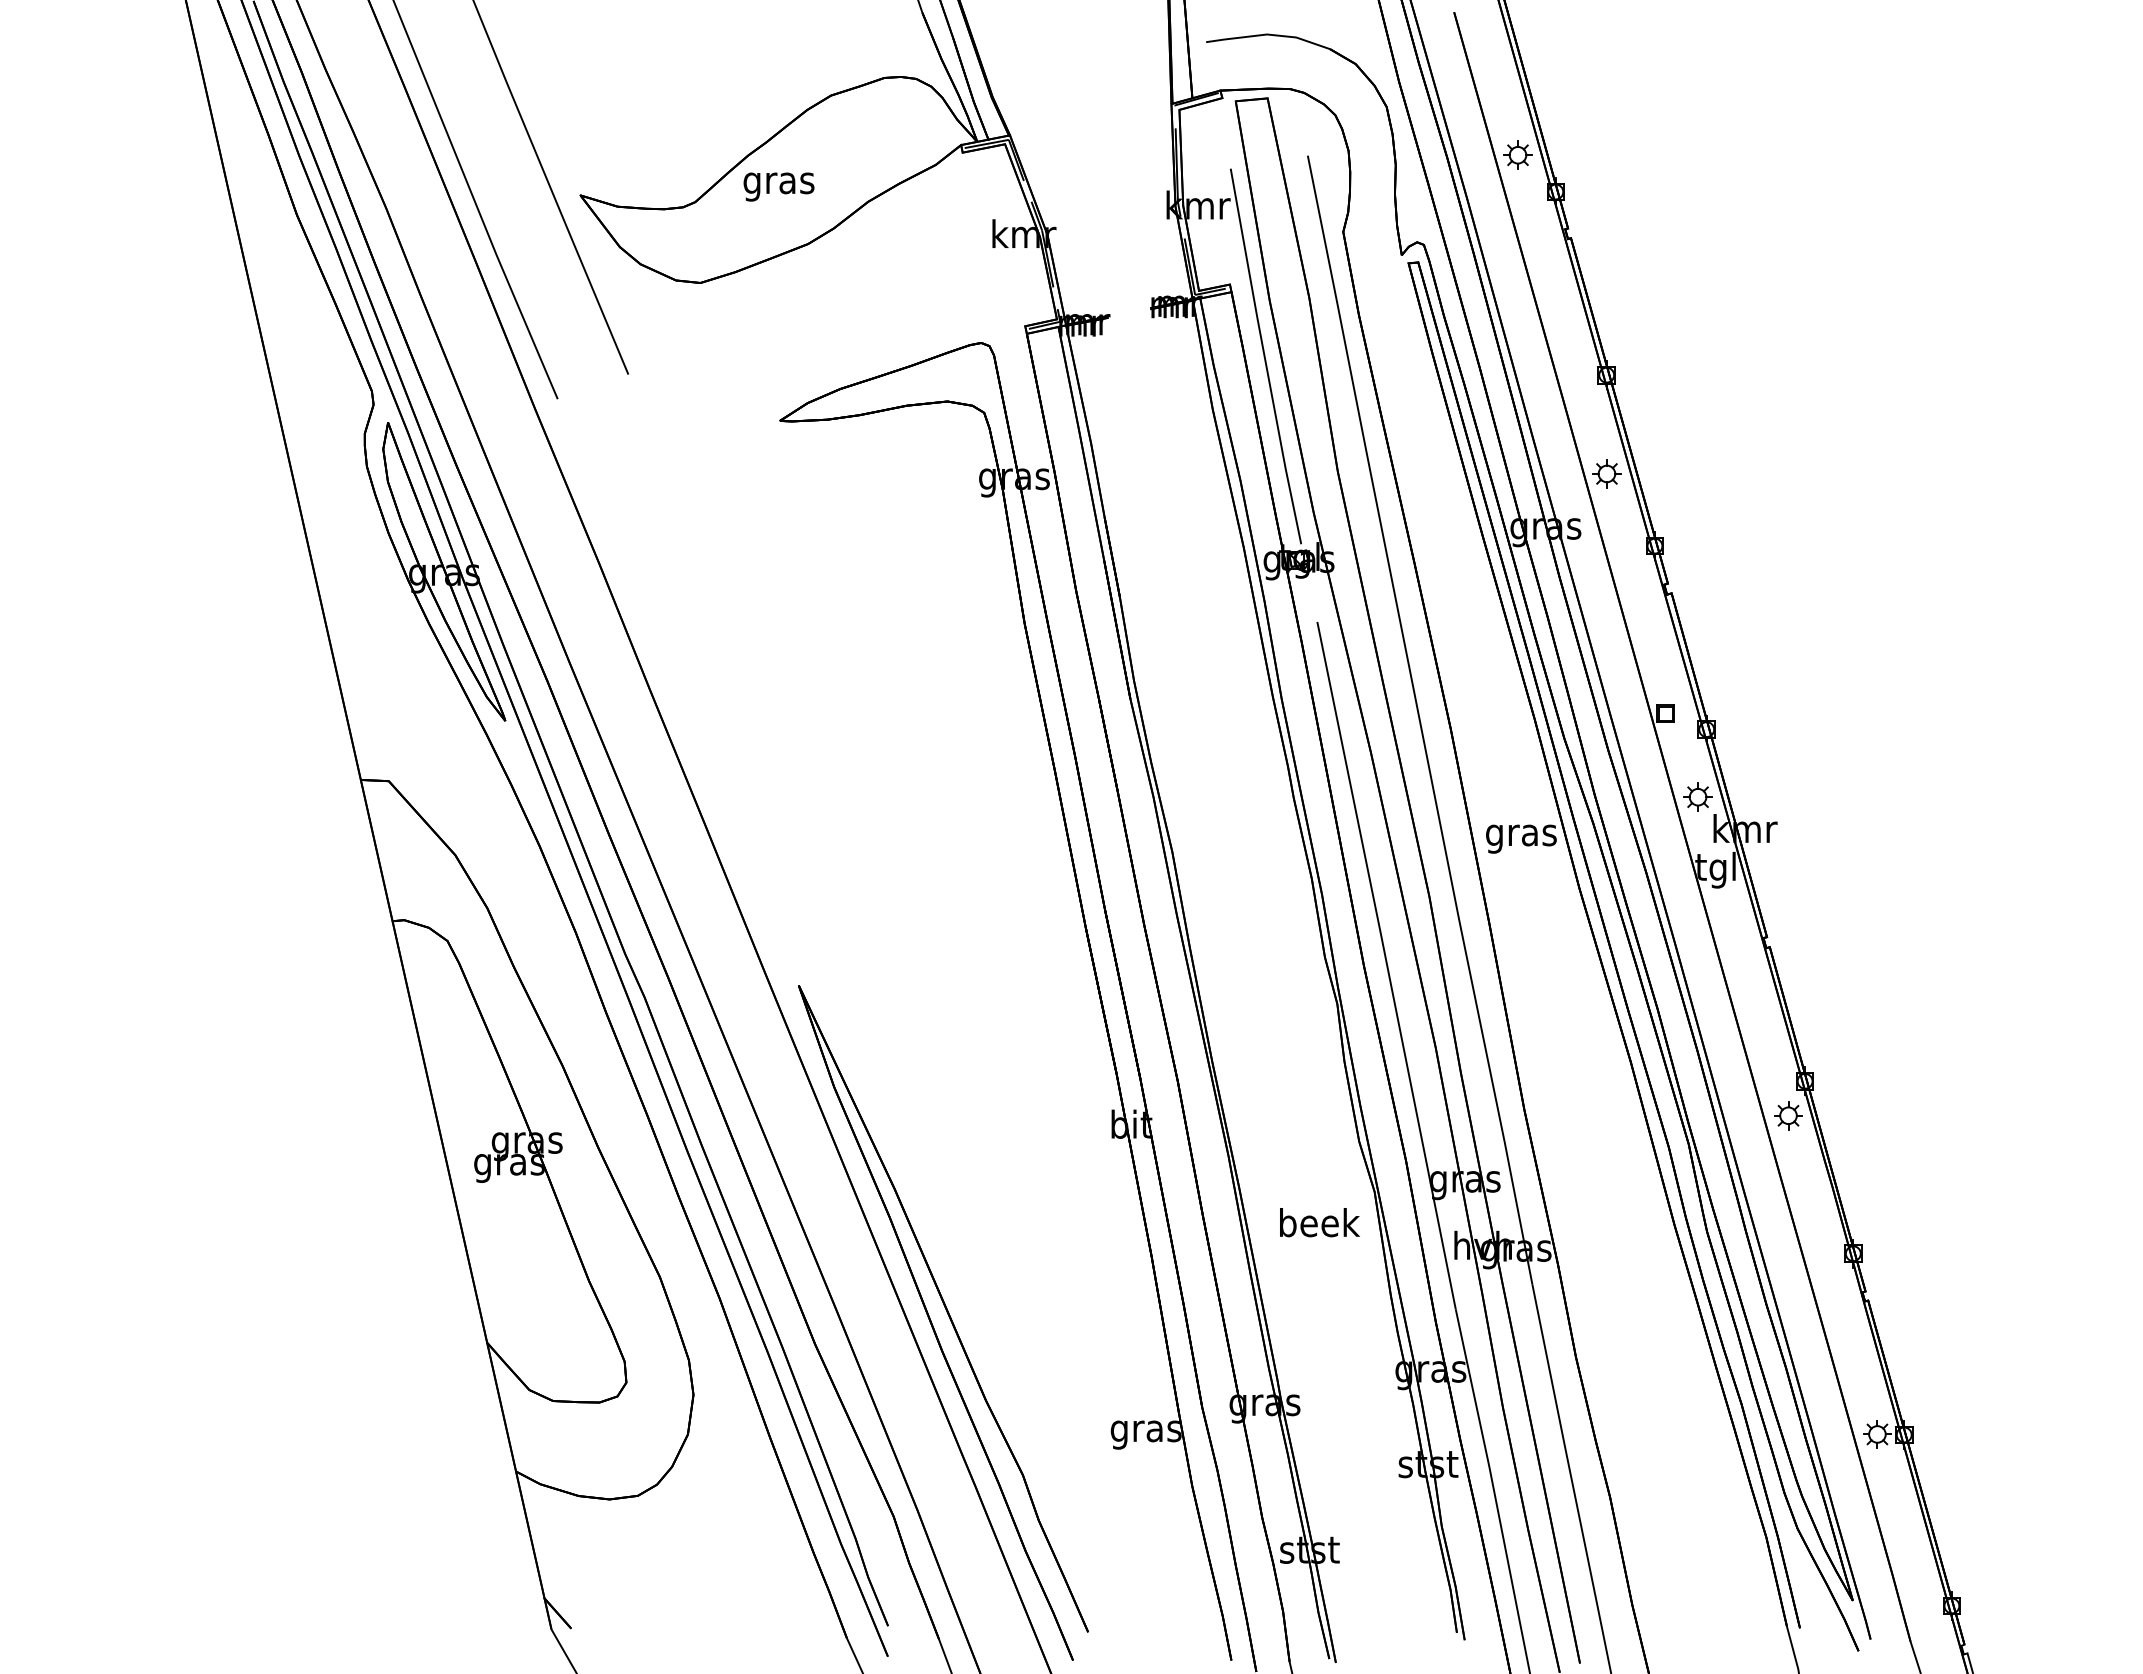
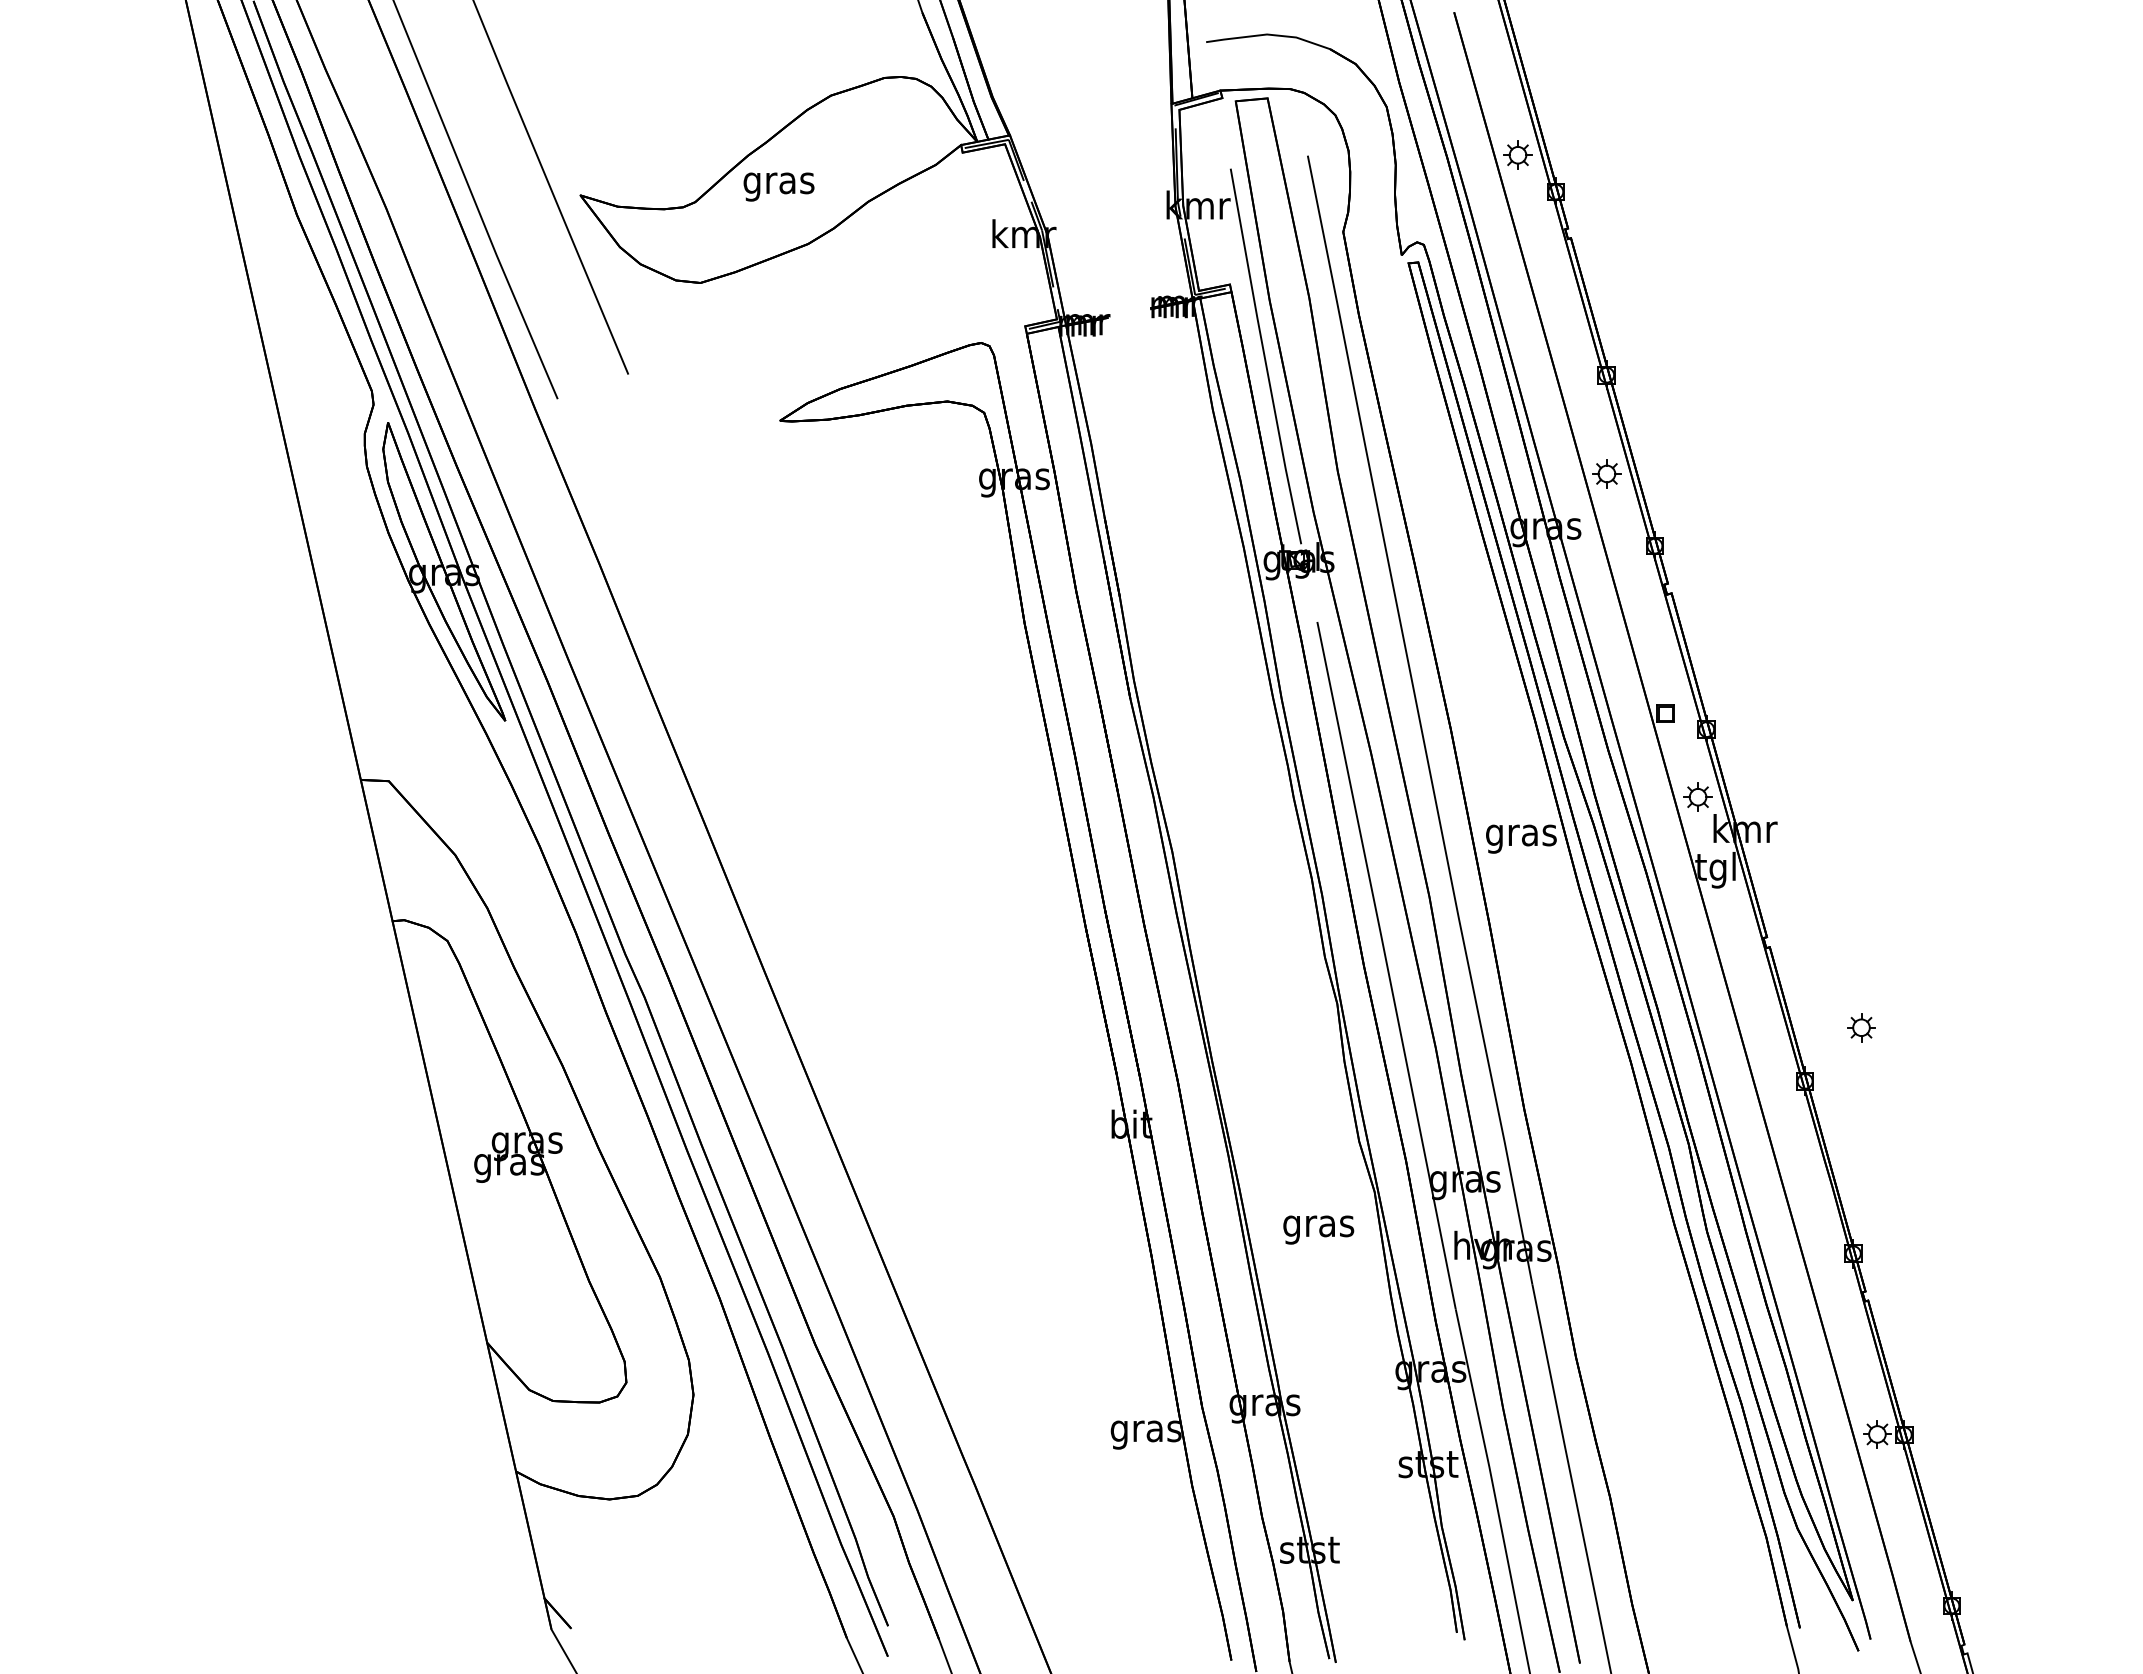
part at (1788, 1115) position: (1788, 1115) -> (1861, 1027)
text at (1319, 1226): beek -> gras
part at (949, 1319): present -> none
